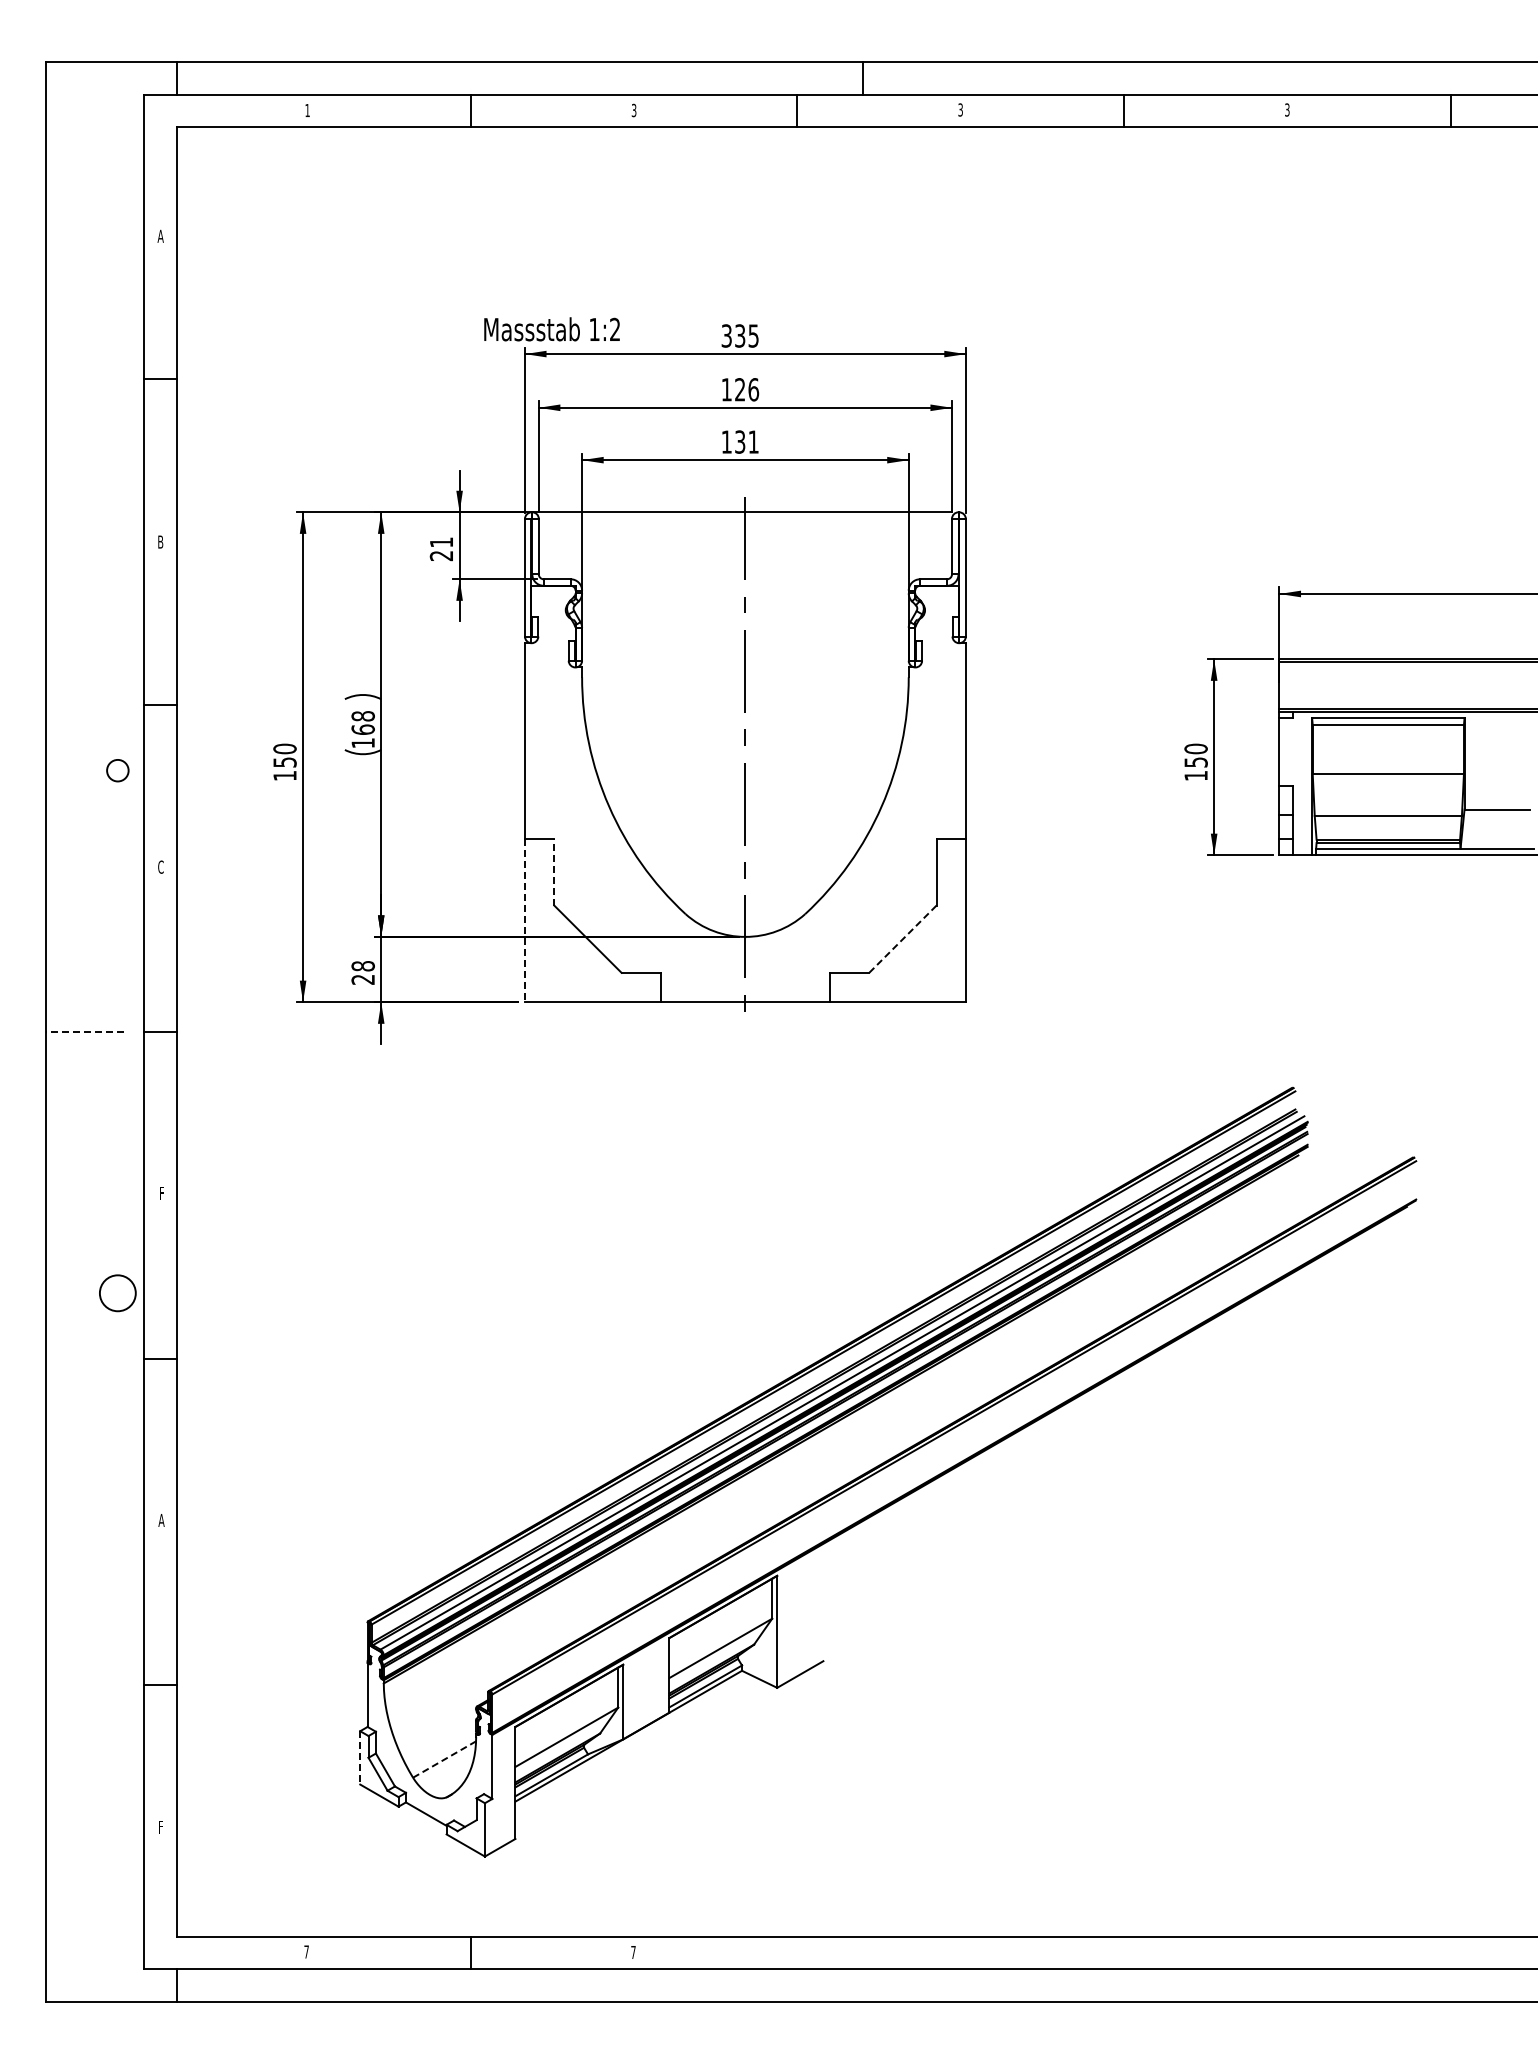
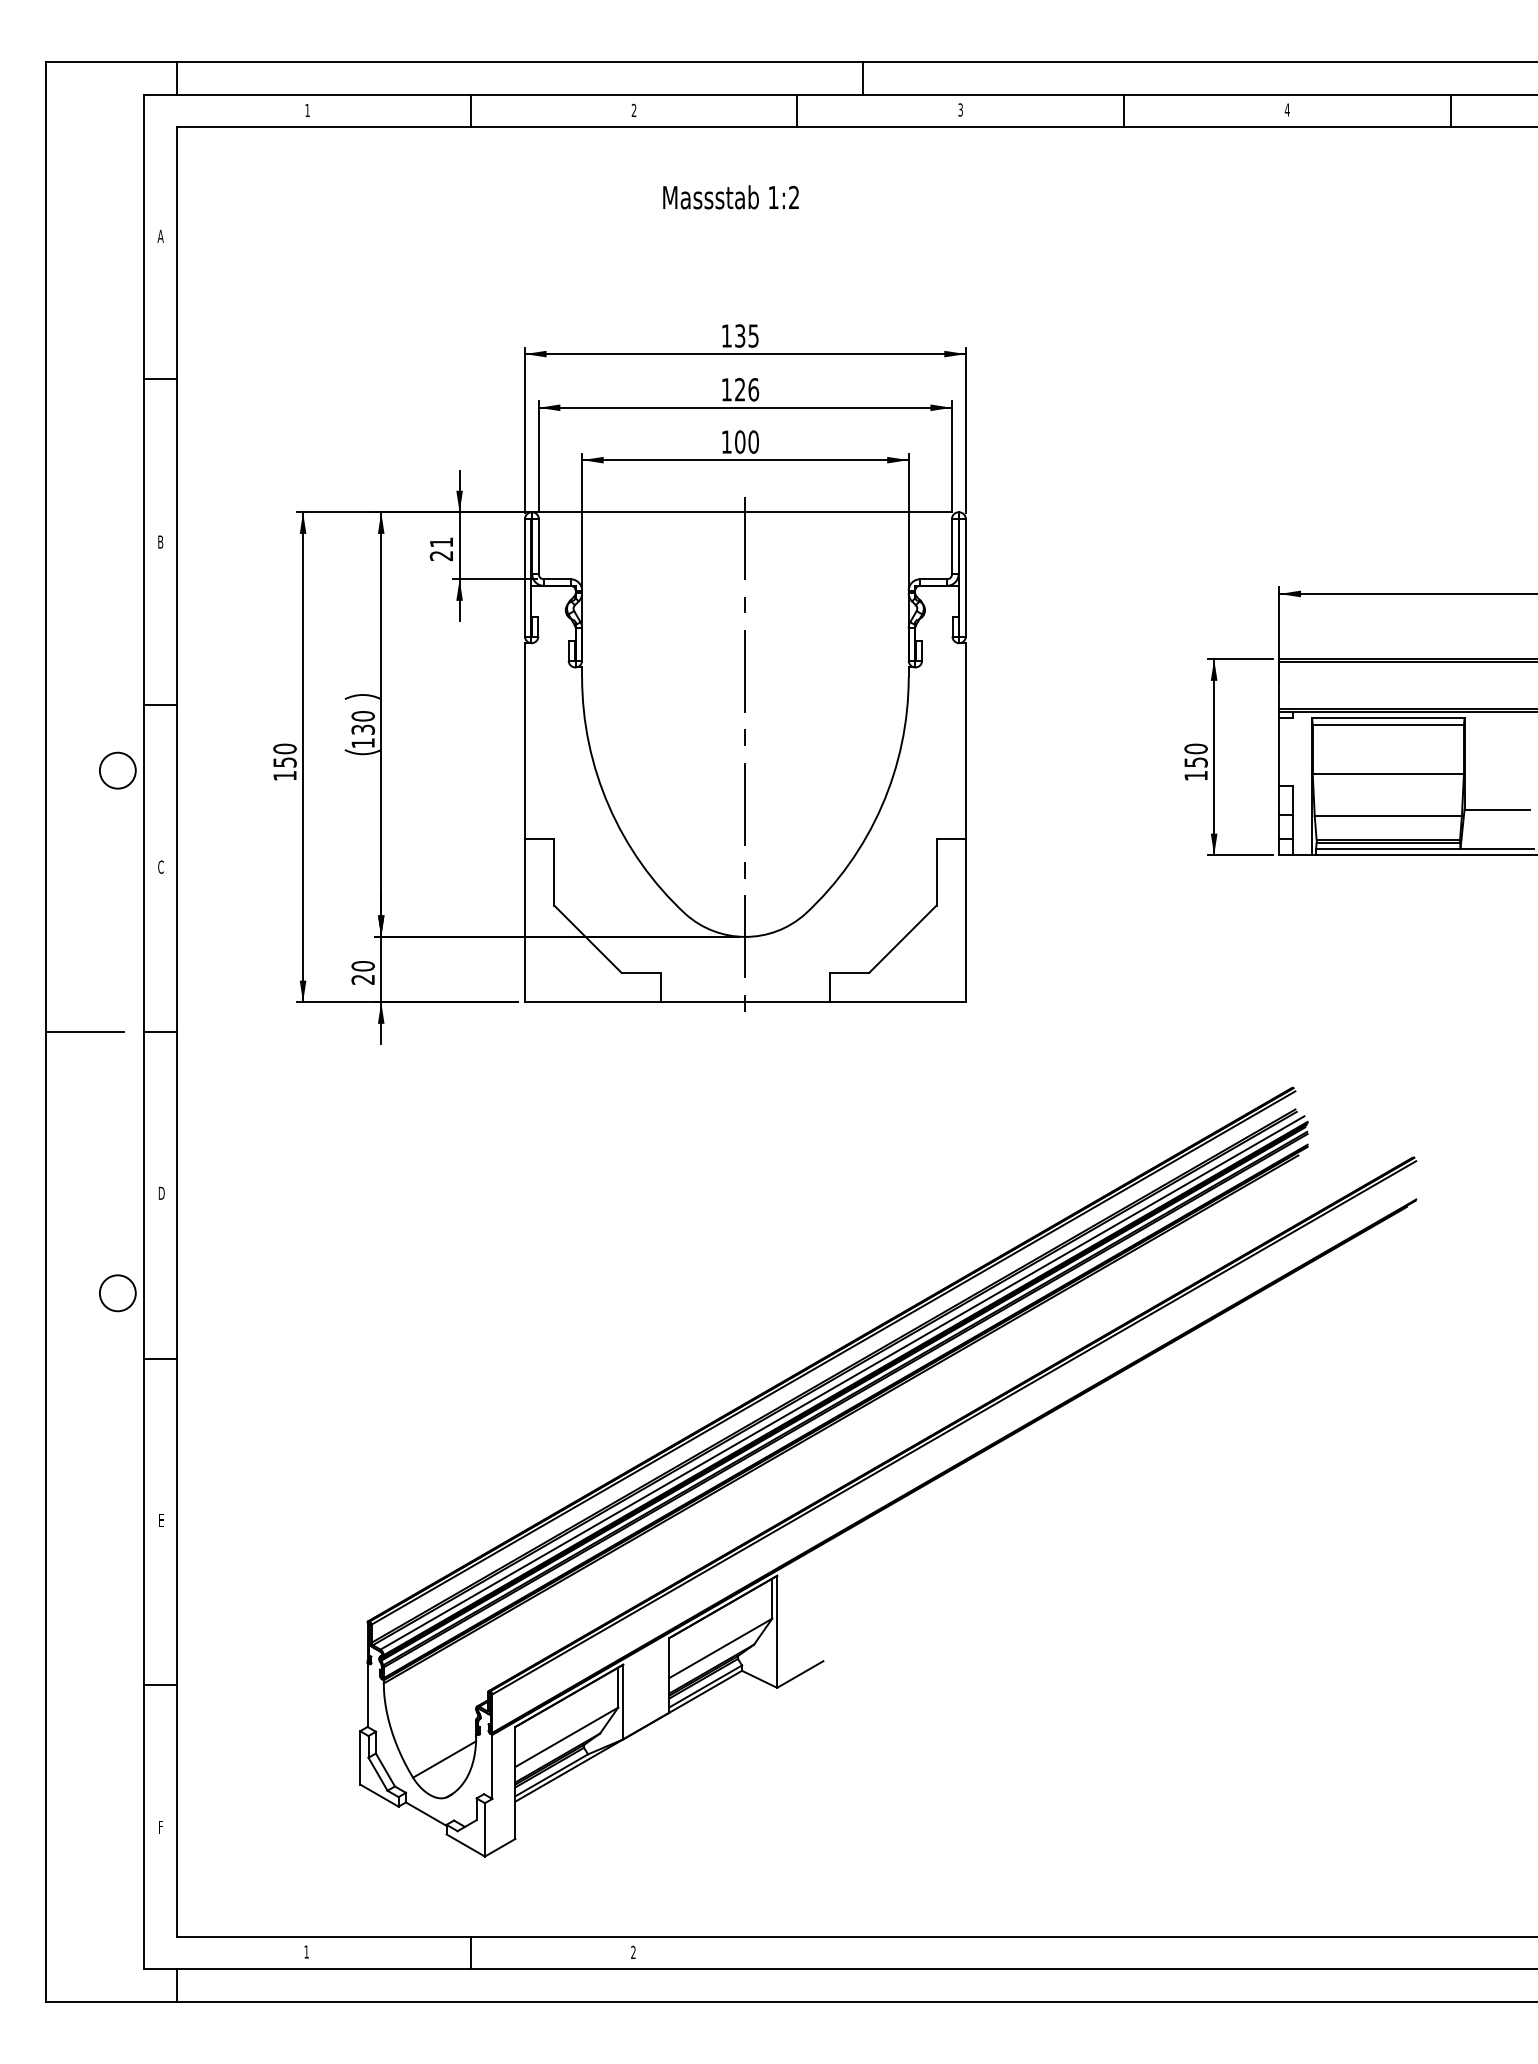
text at (1286, 109): 3 -> 4
text at (633, 110): 3 -> 2
text at (551, 329) position: (551, 329) -> (730, 197)
text at (726, 335): 335 -> 135
text at (746, 441): 131 -> 100
text at (362, 722): 168 -> 130
circle at (117, 770) diameter: 22 px -> 36 px
line at (554, 871): dashed -> solid
line at (524, 920): dashed -> solid
line at (902, 939): dashed -> solid
text at (362, 966): 28 -> 20
line at (84, 1032): dashed -> solid
text at (161, 1192): F -> D
text at (161, 1520): A -> E
line at (360, 1757): dashed -> solid
line at (445, 1759): dashed -> solid
text at (306, 1951): 7 -> 1
text at (633, 1951): 7 -> 2
